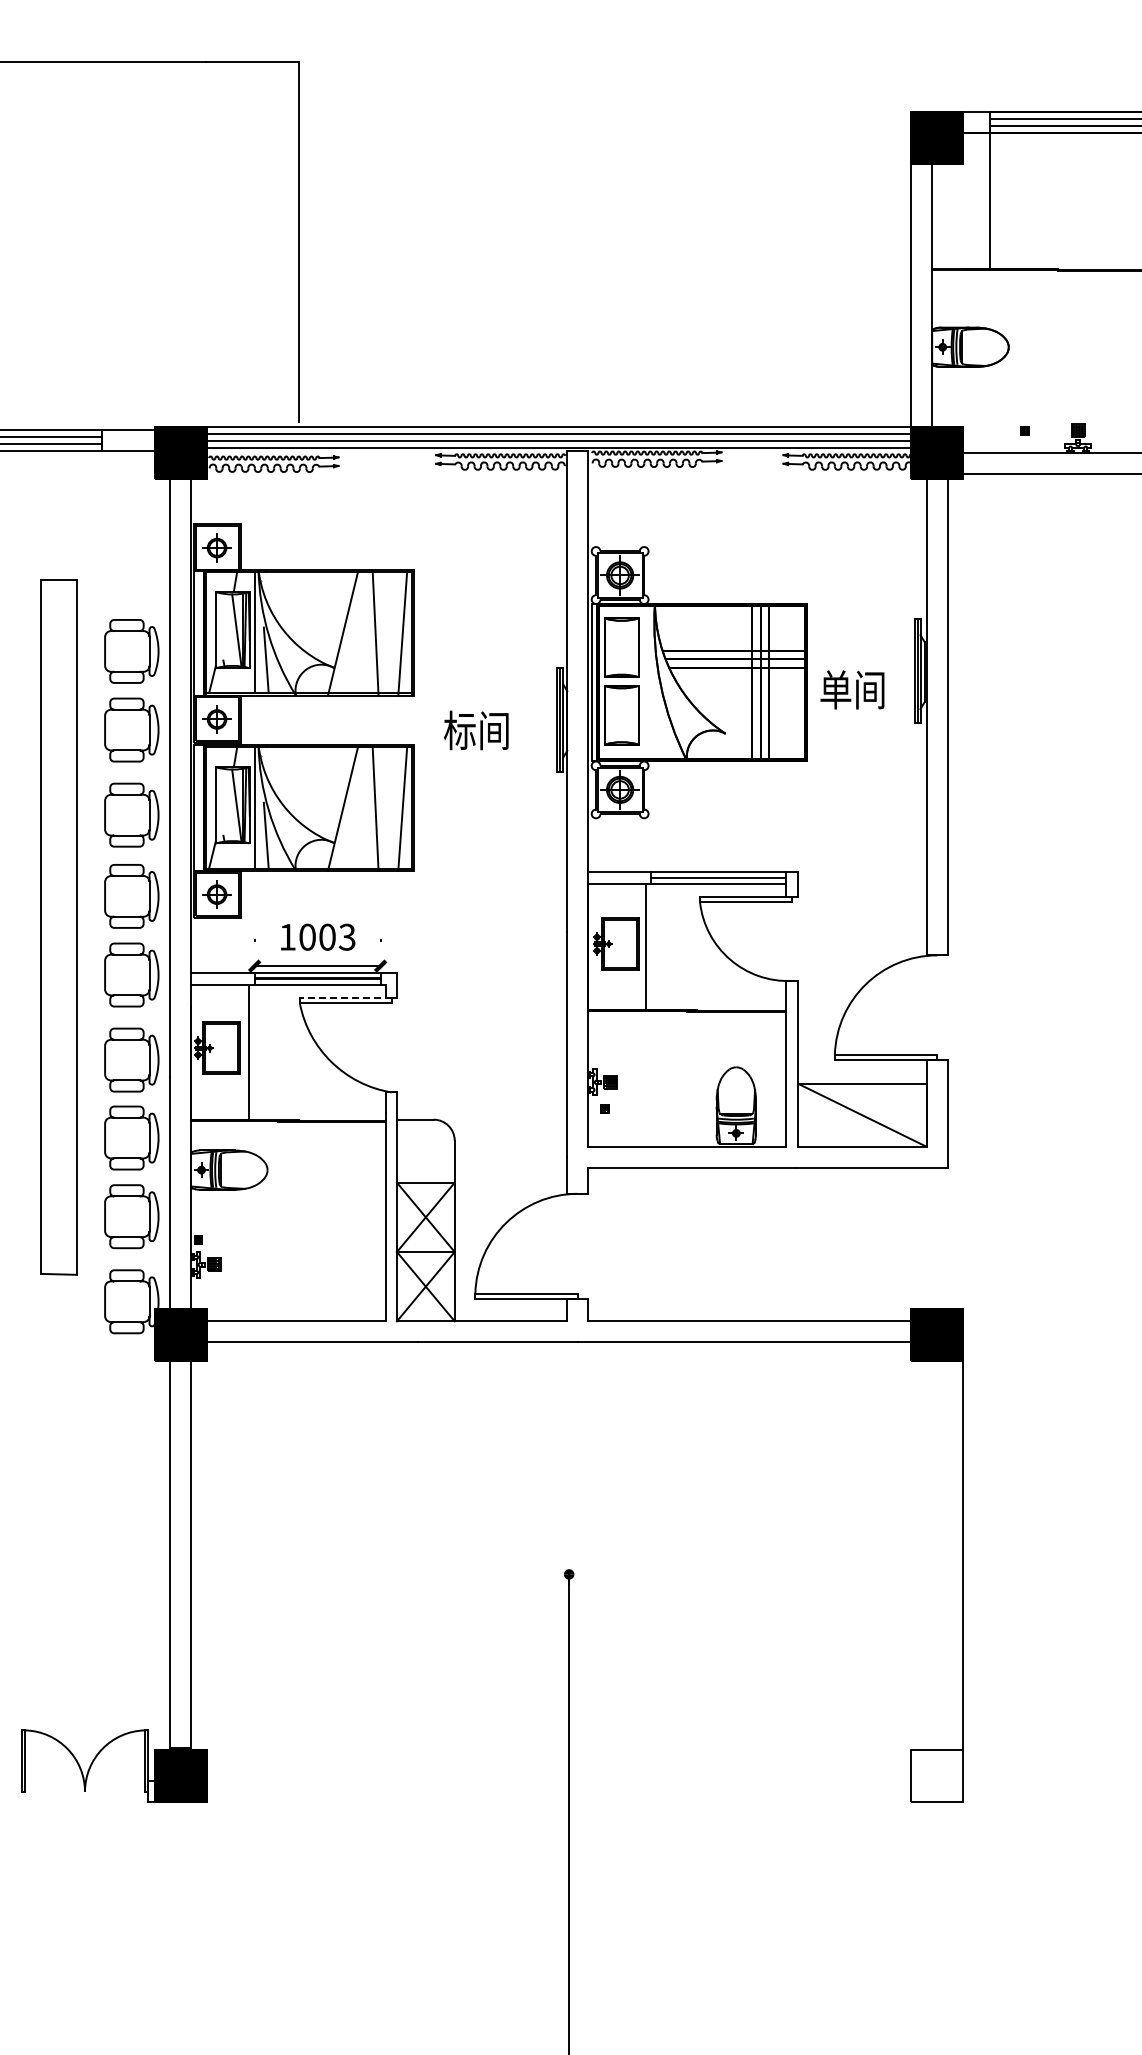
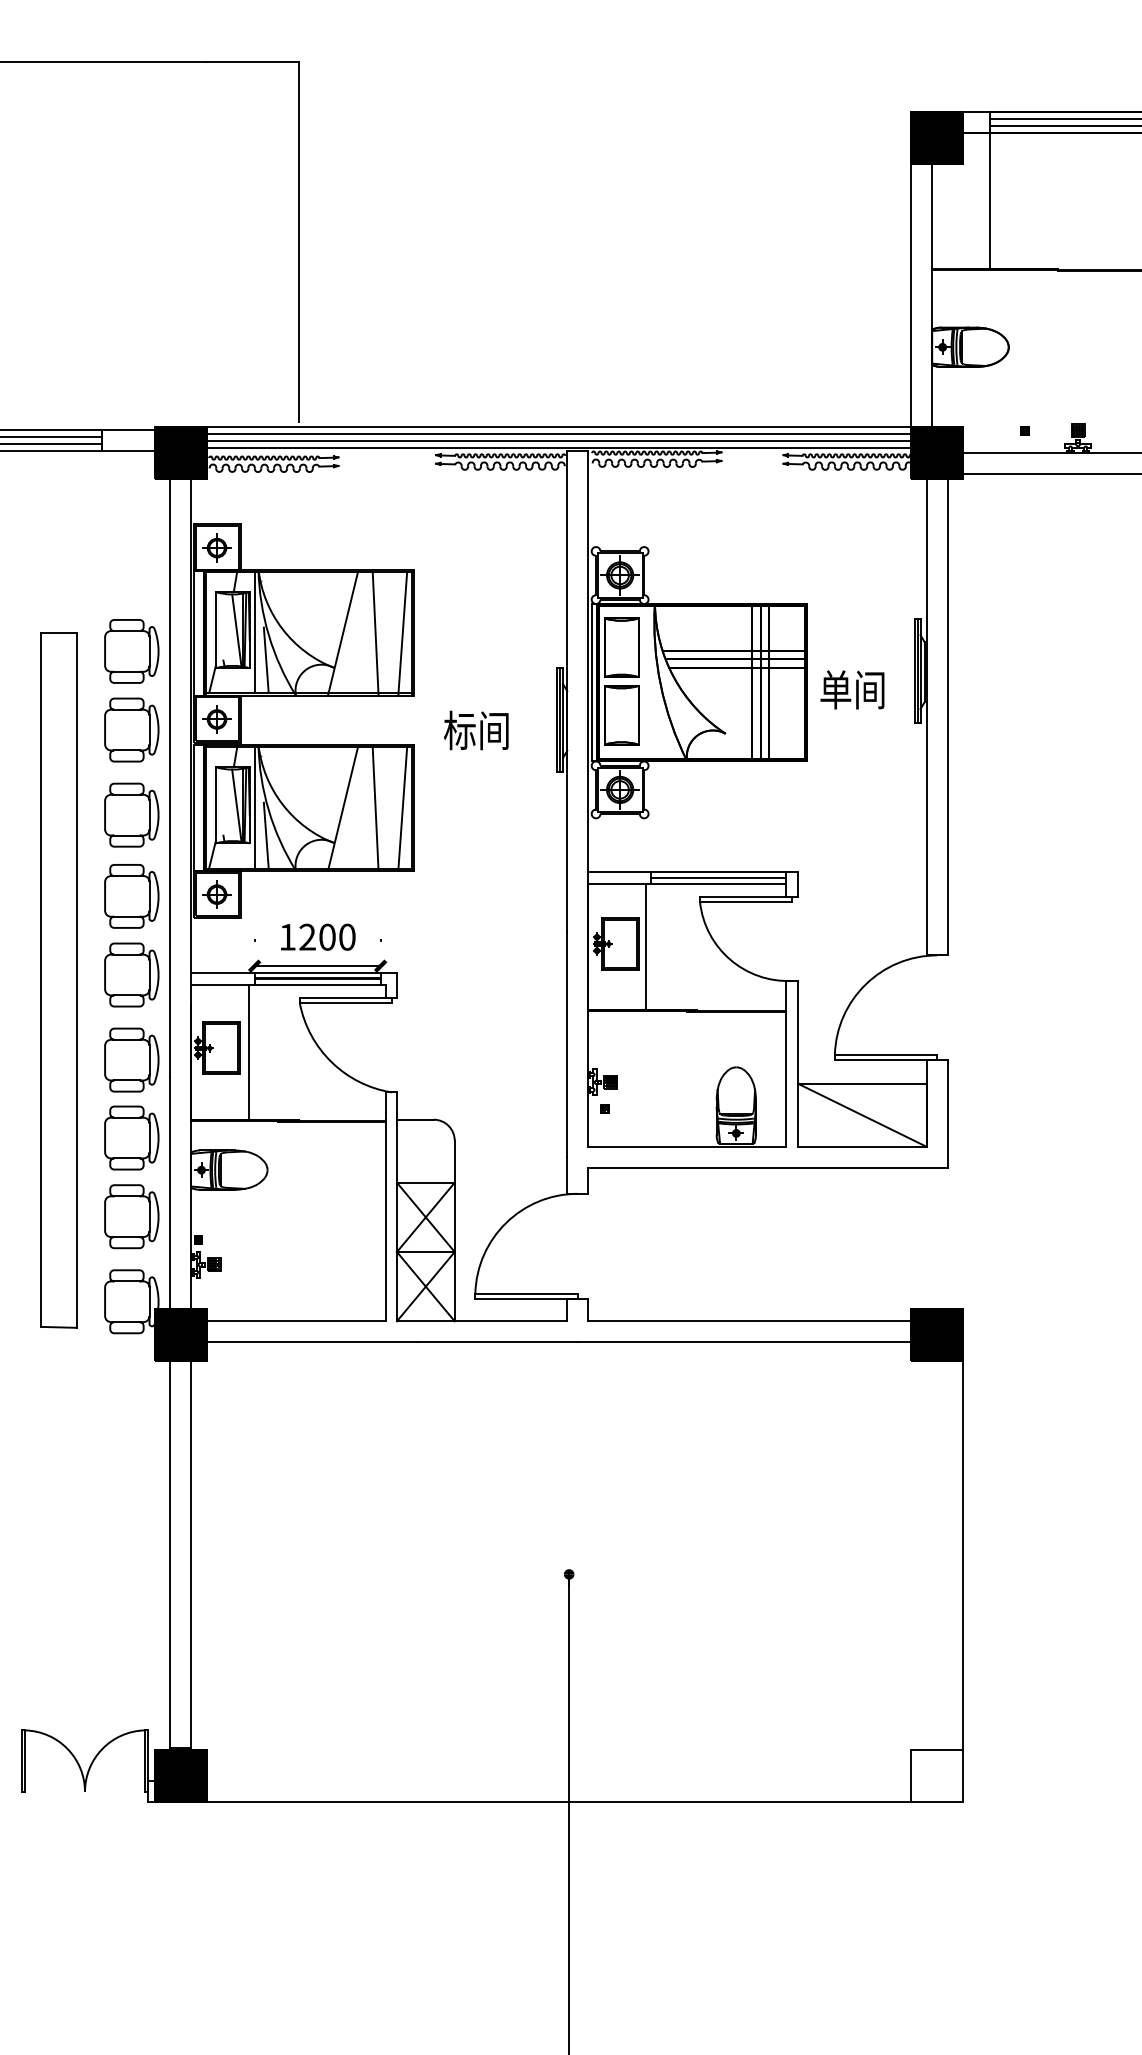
part at (58, 927) position: (58, 927) -> (58, 980)
text at (327, 936): 1003 -> 1200
line at (345, 997): dashed -> solid
line at (558, 1802): none -> present
